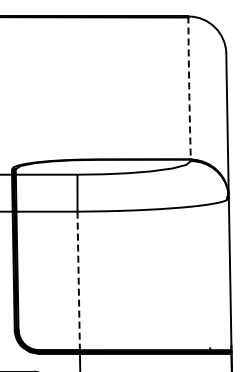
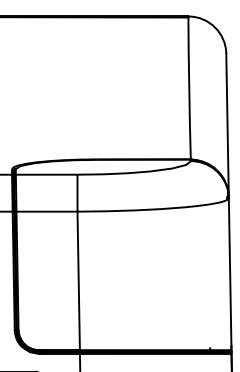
arc at (189, 87): dashed -> solid
line at (78, 281): dashed -> solid
